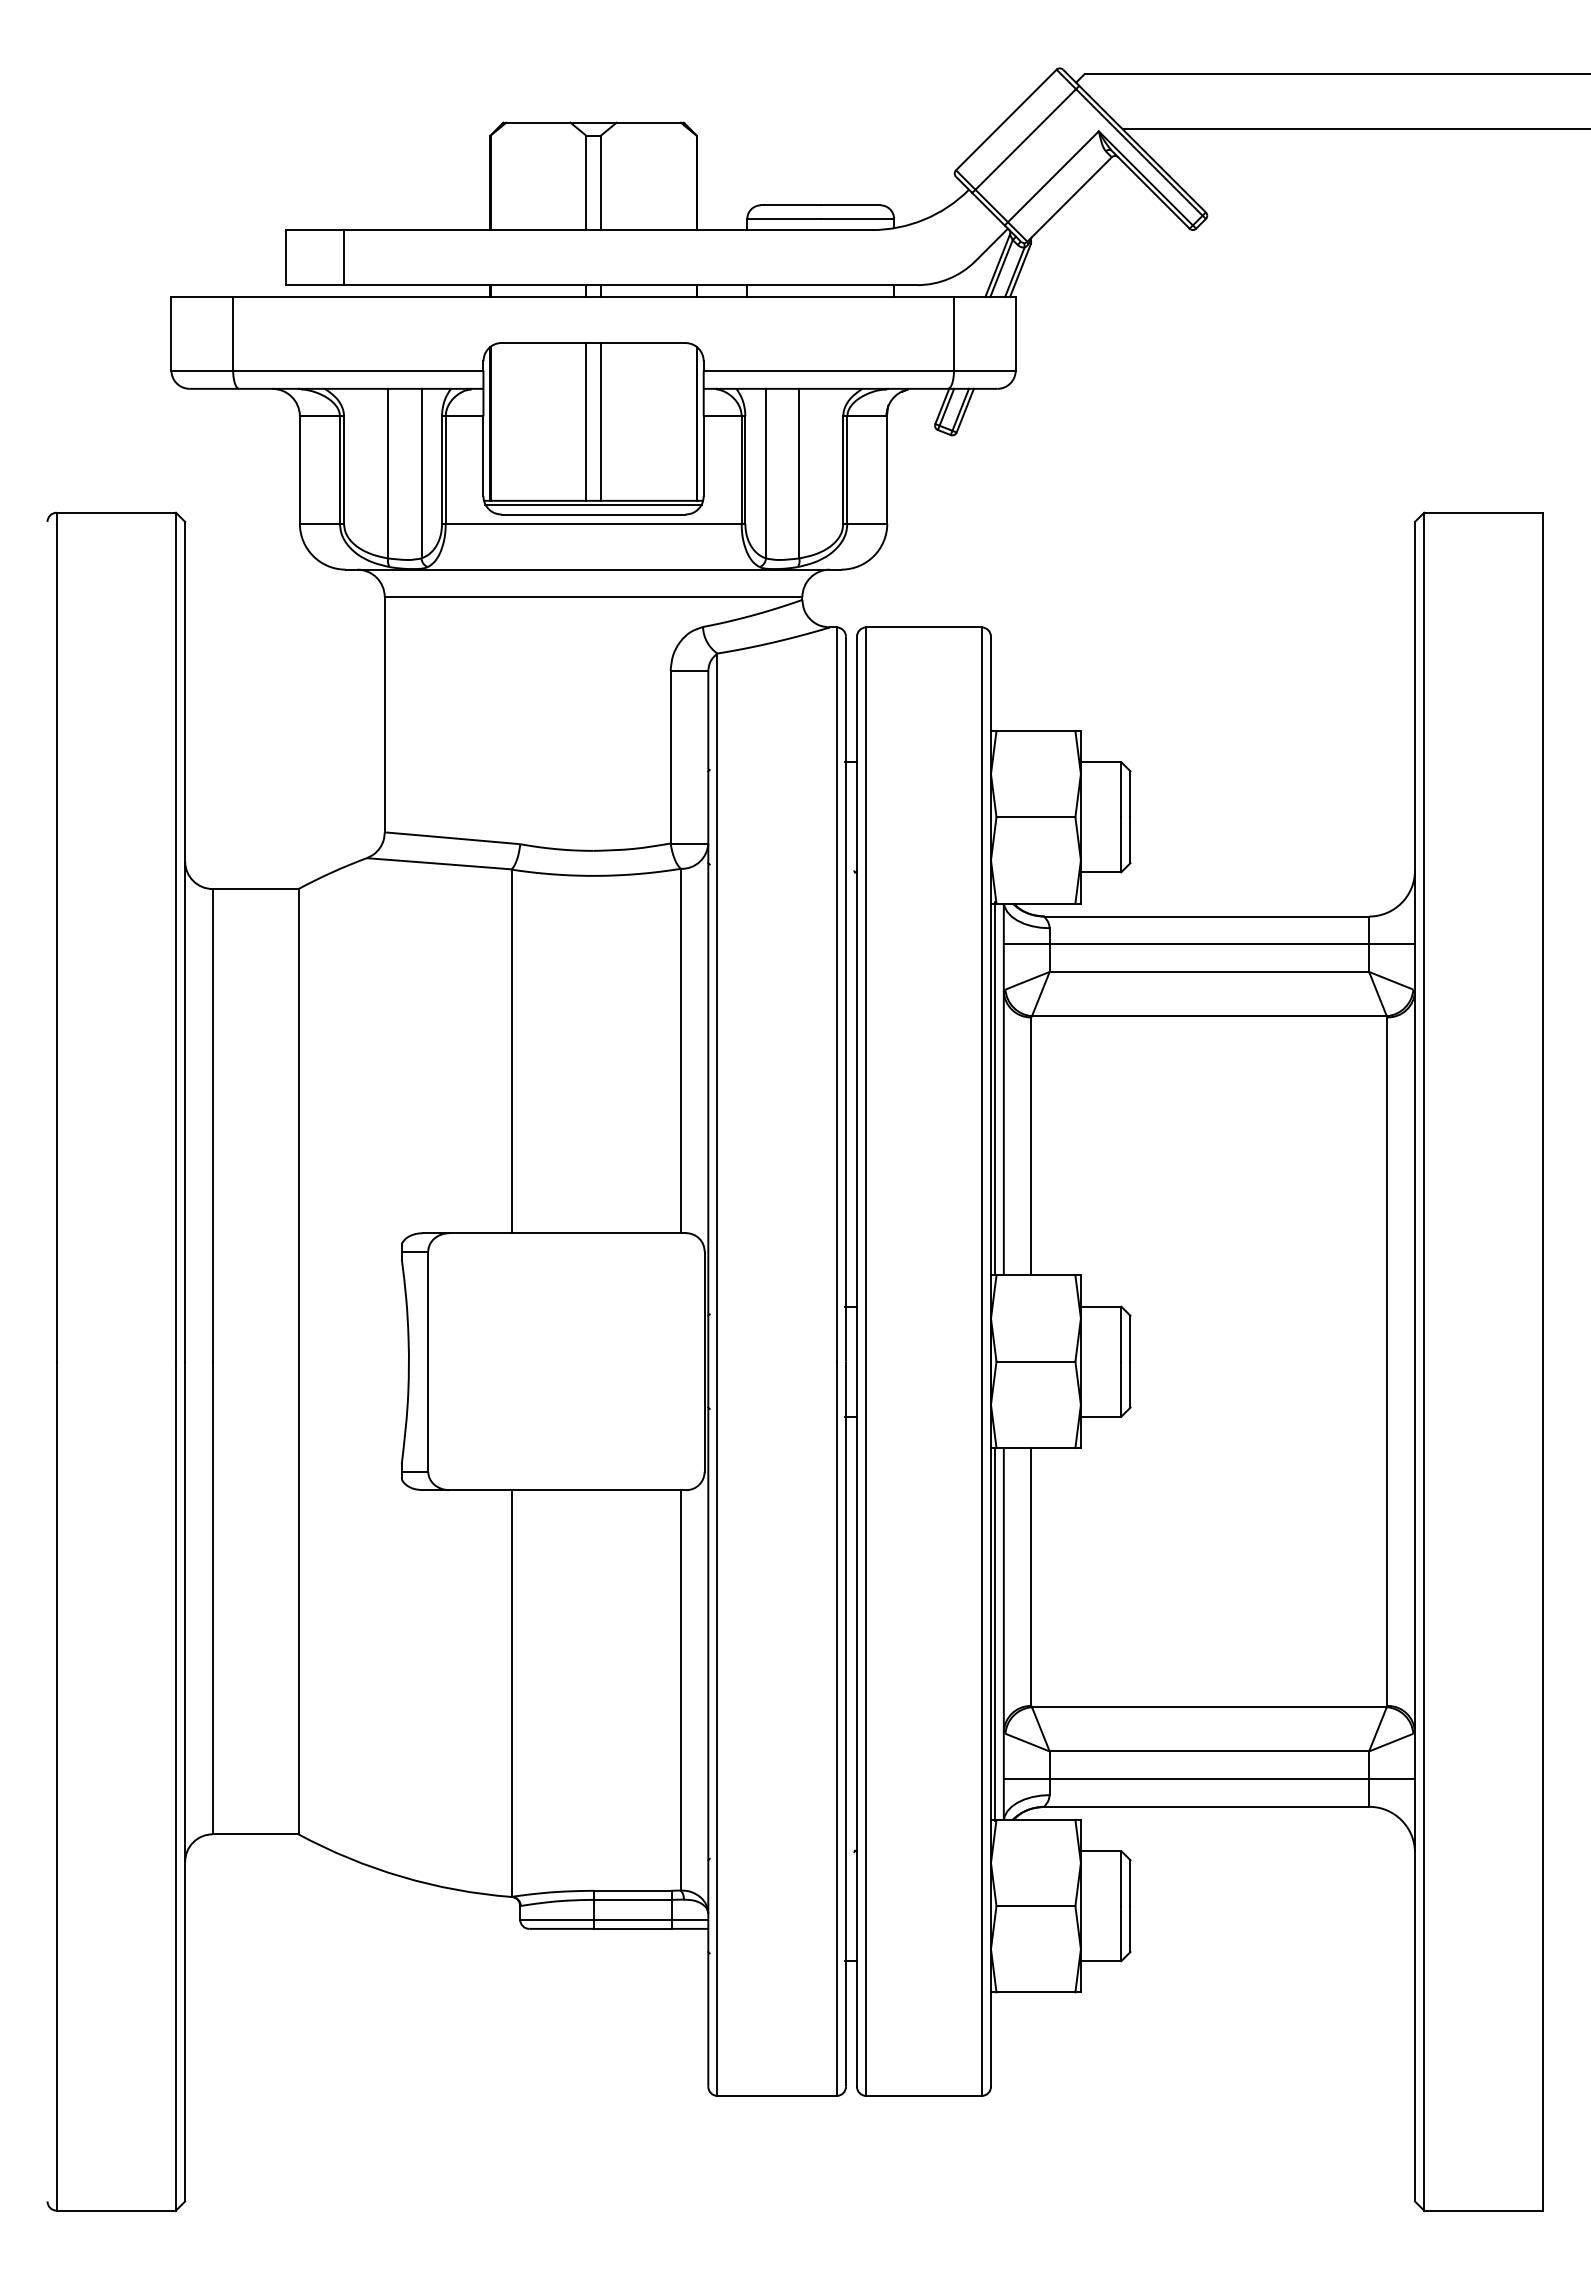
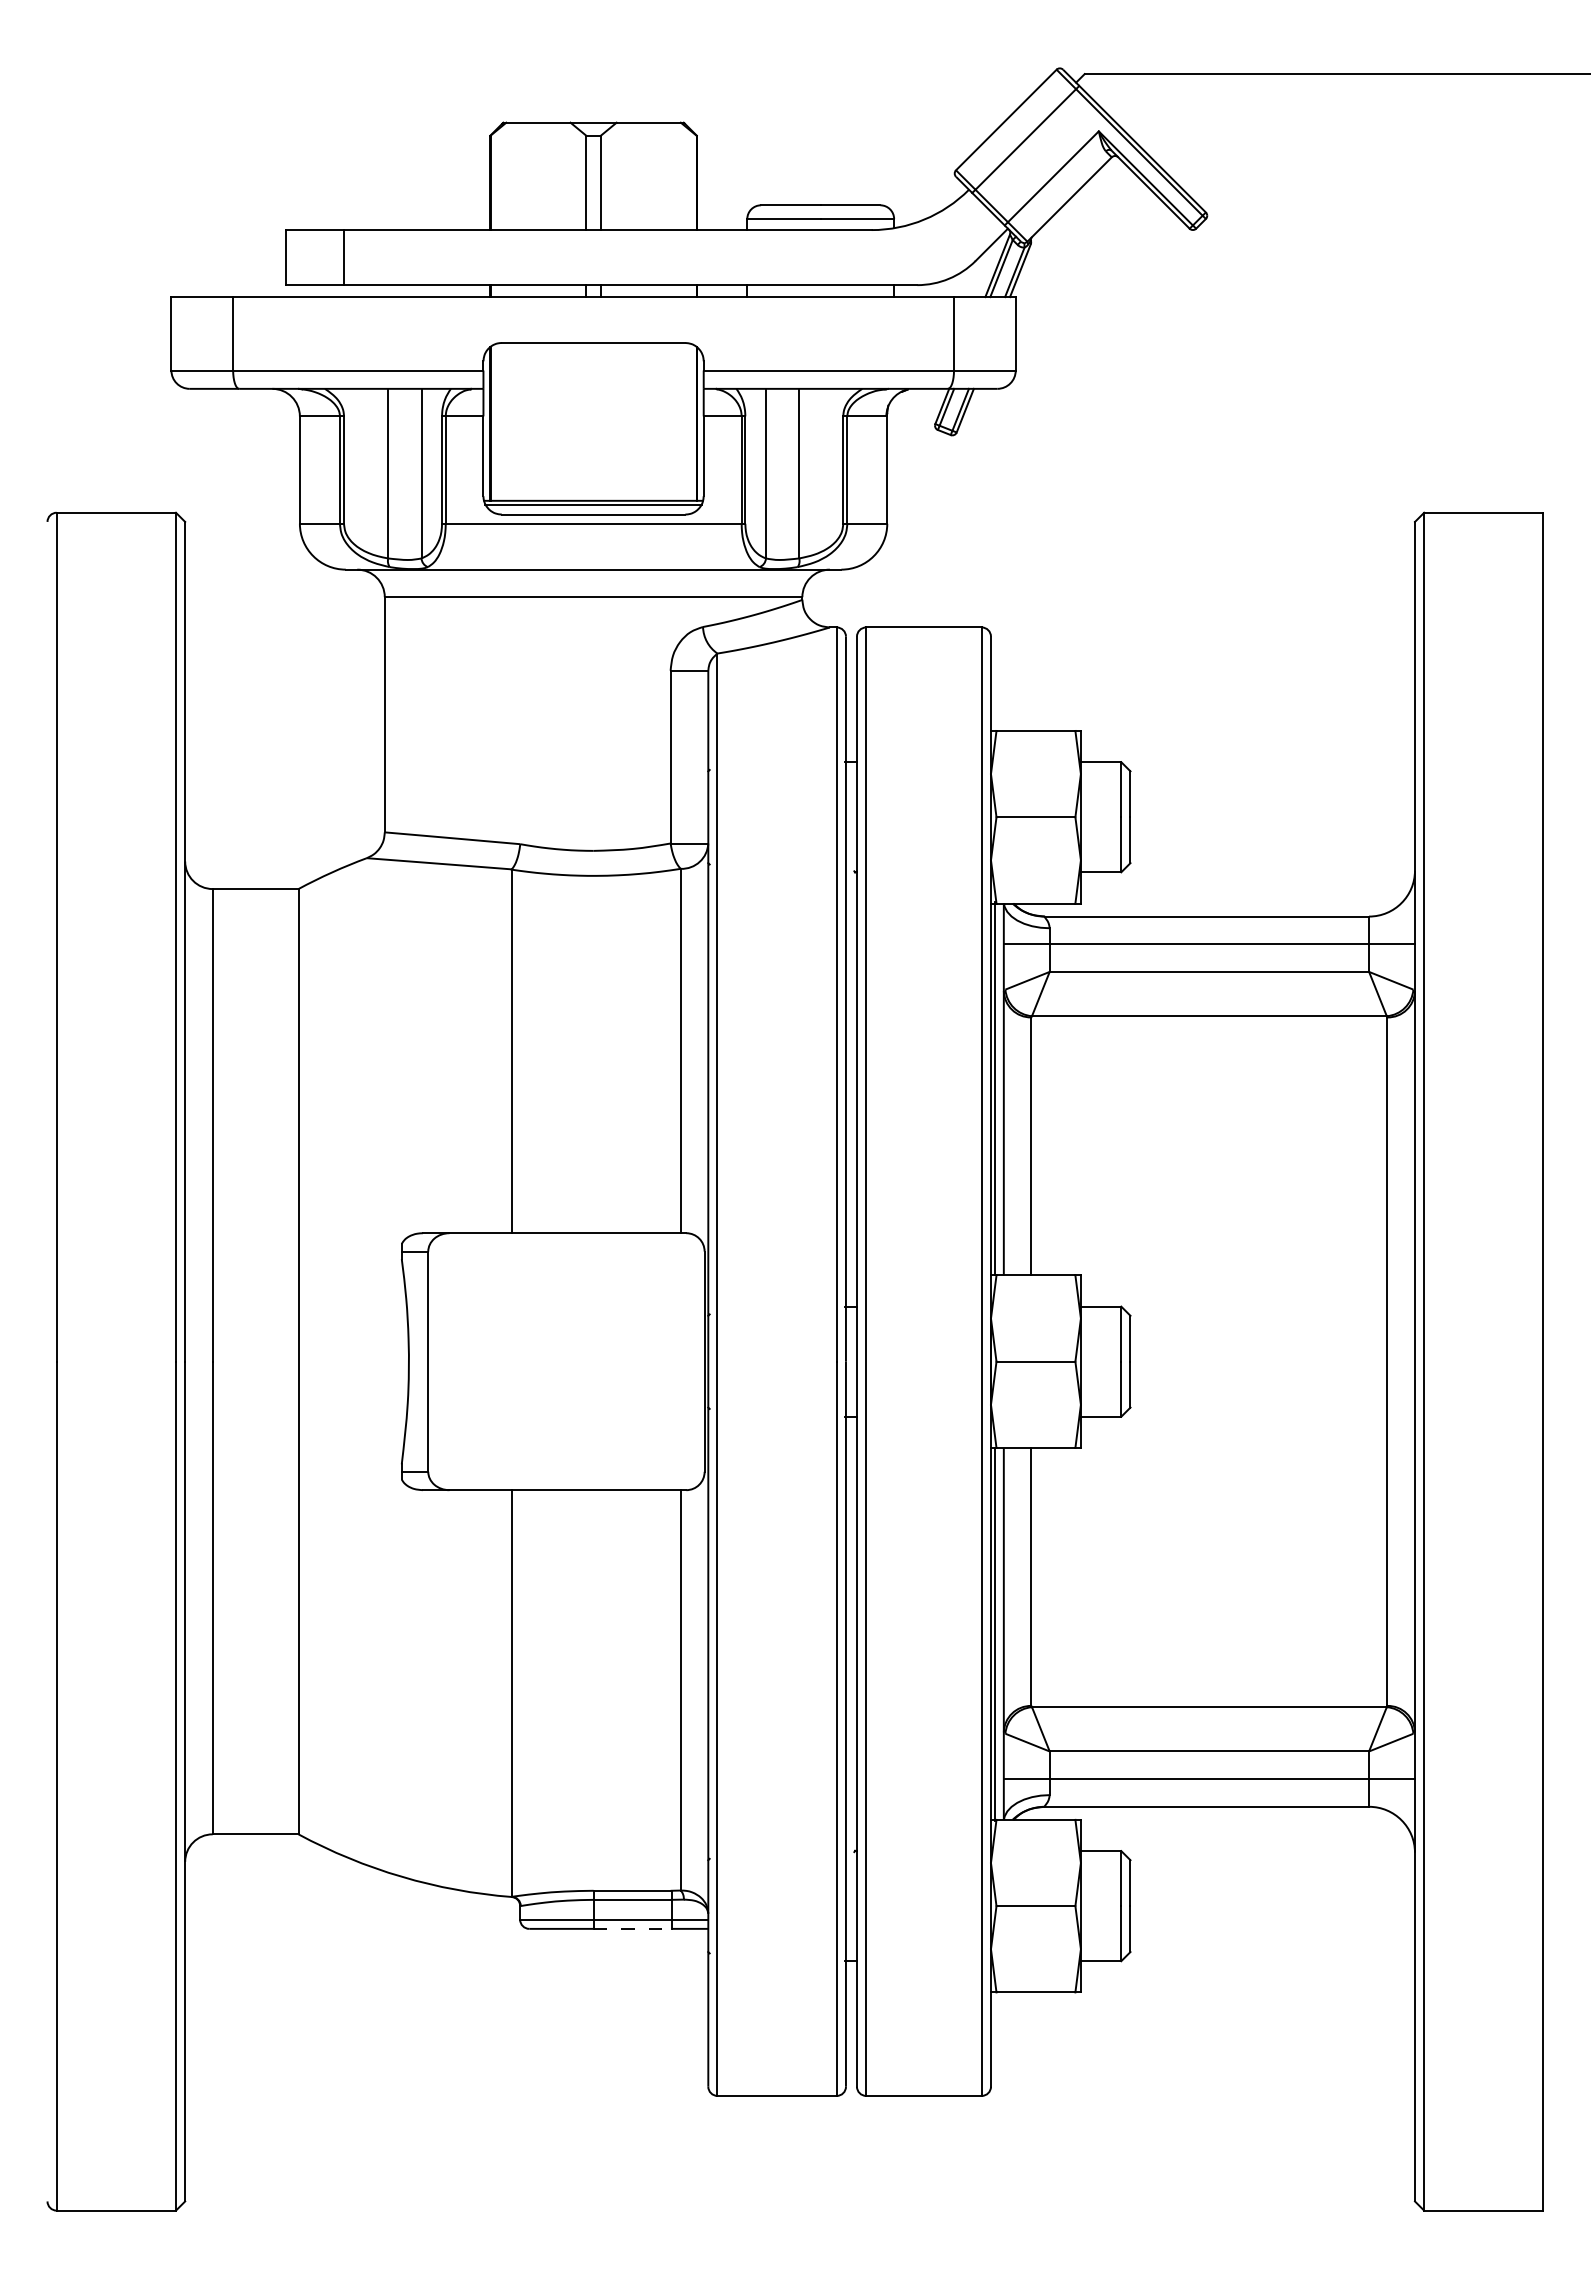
line at (1354, 129): present -> none
line at (586, 421): present -> none
line at (600, 421): present -> none
line at (633, 1928): solid -> dashed
